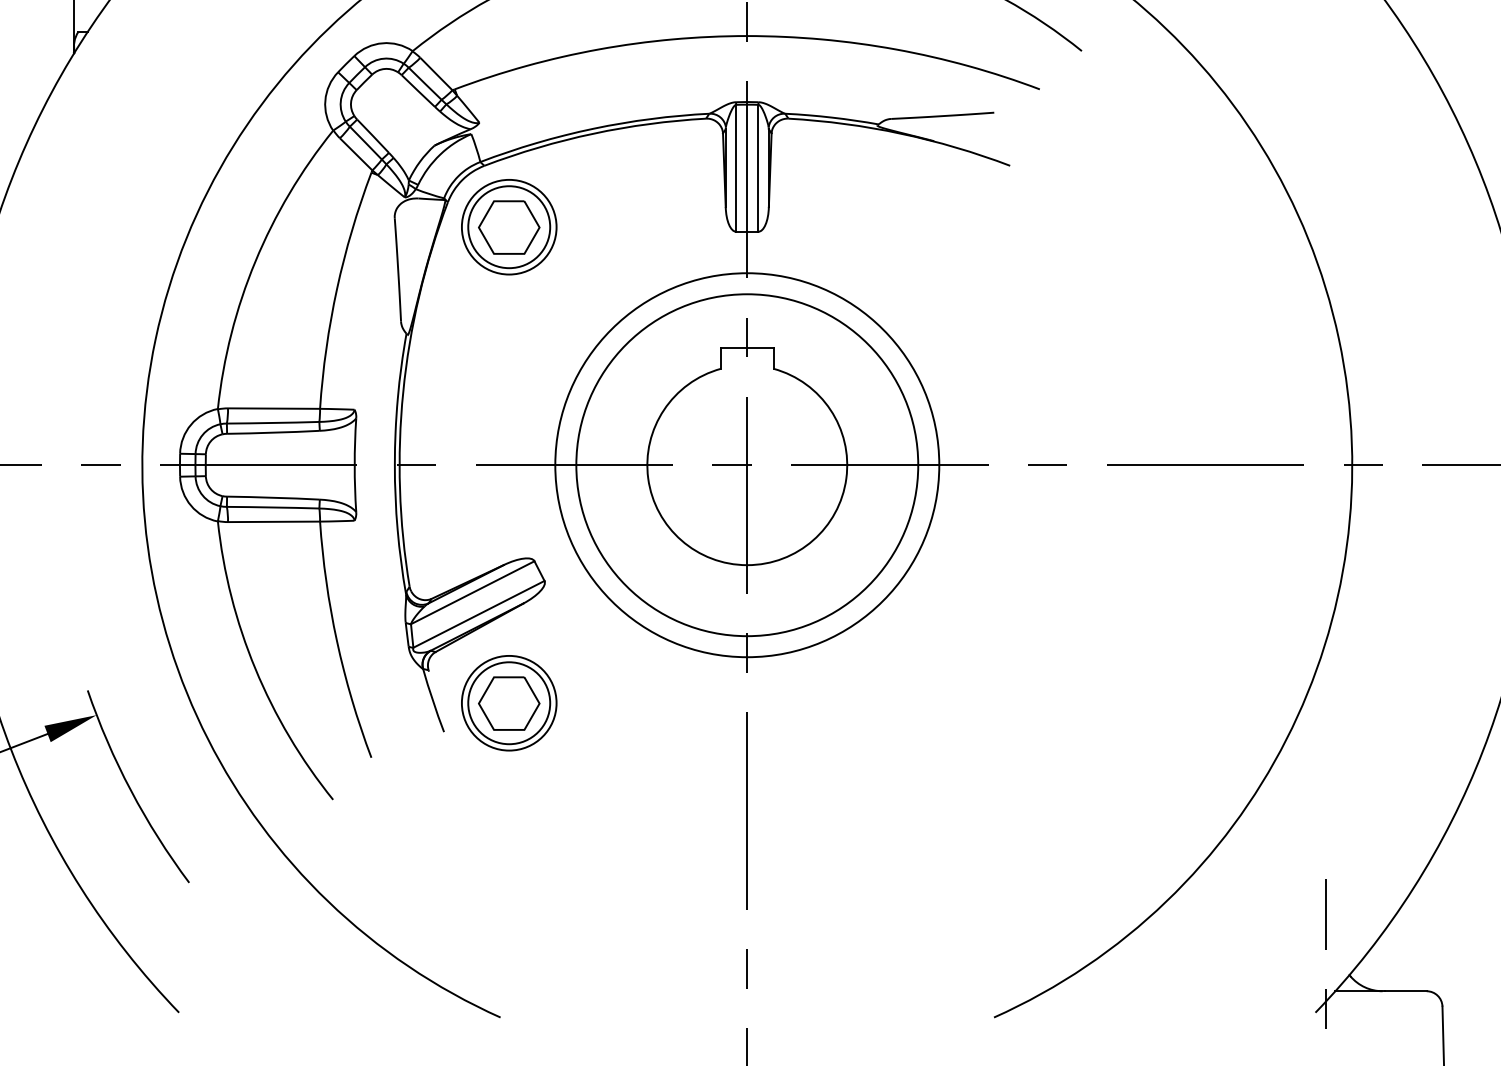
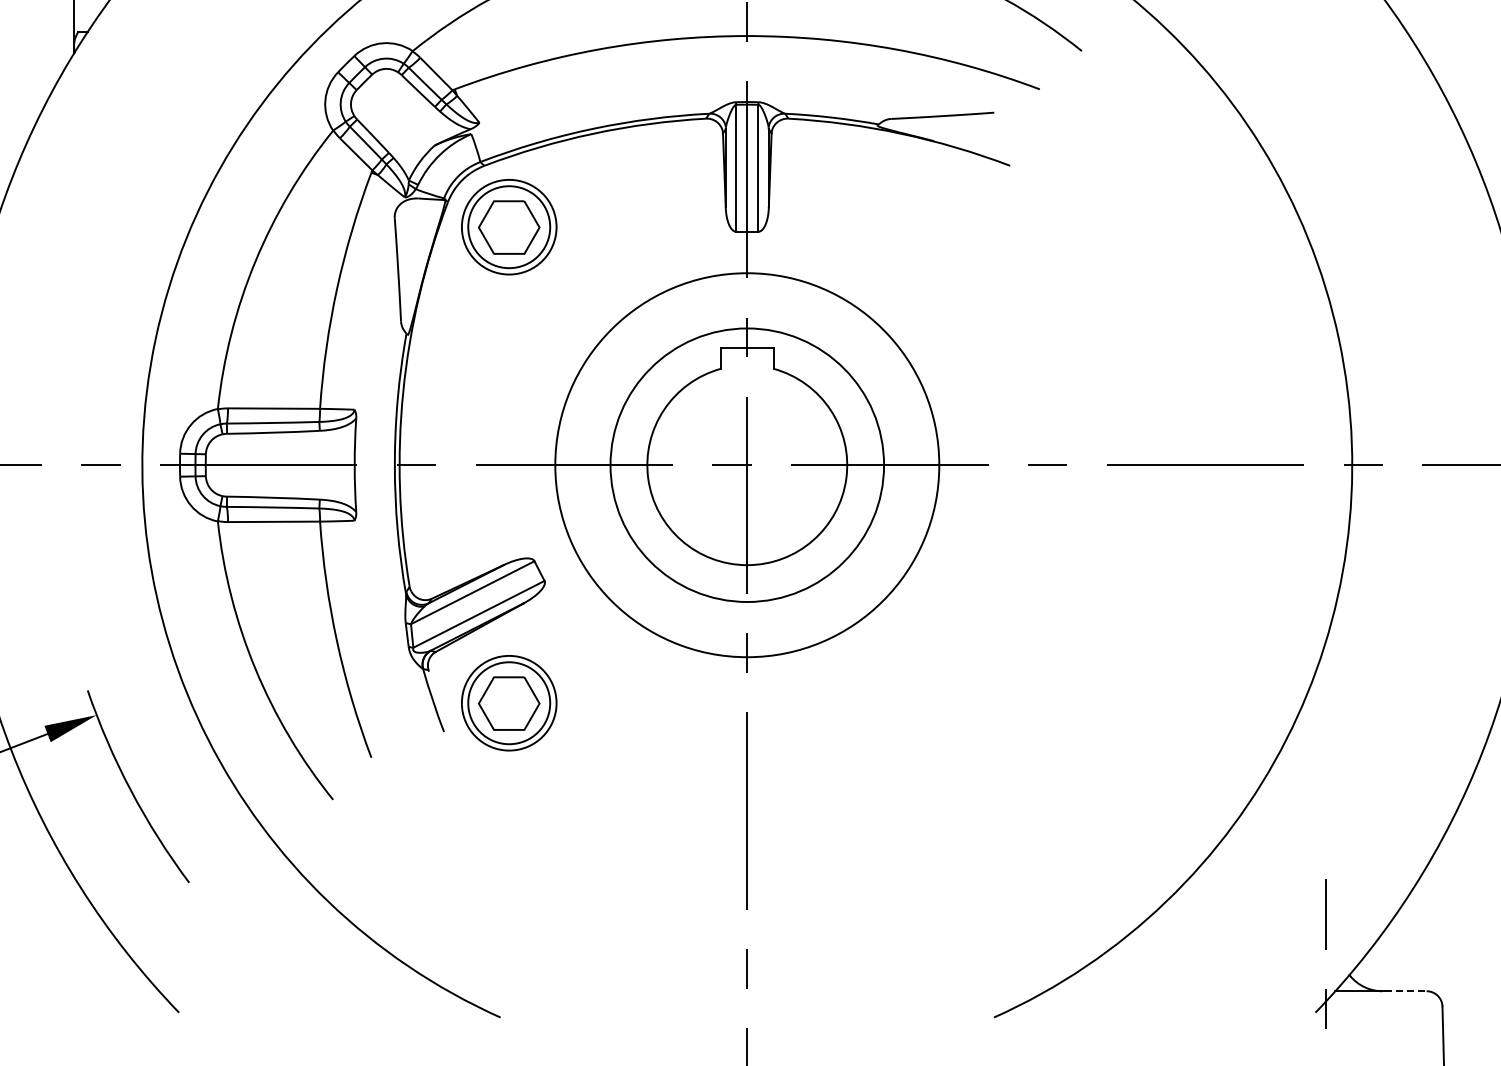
circle at (747, 465) diameter: 342 px -> 274 px
line at (1406, 991): solid -> dashed
